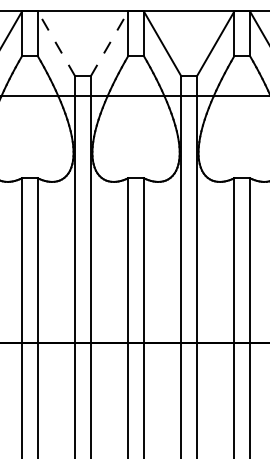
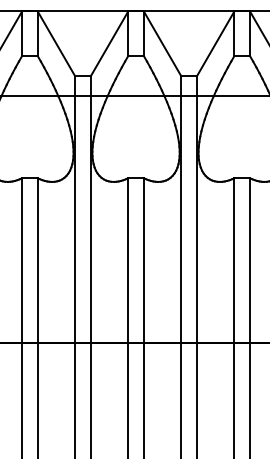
line at (56, 43): dashed -> solid
line at (109, 43): dashed -> solid
